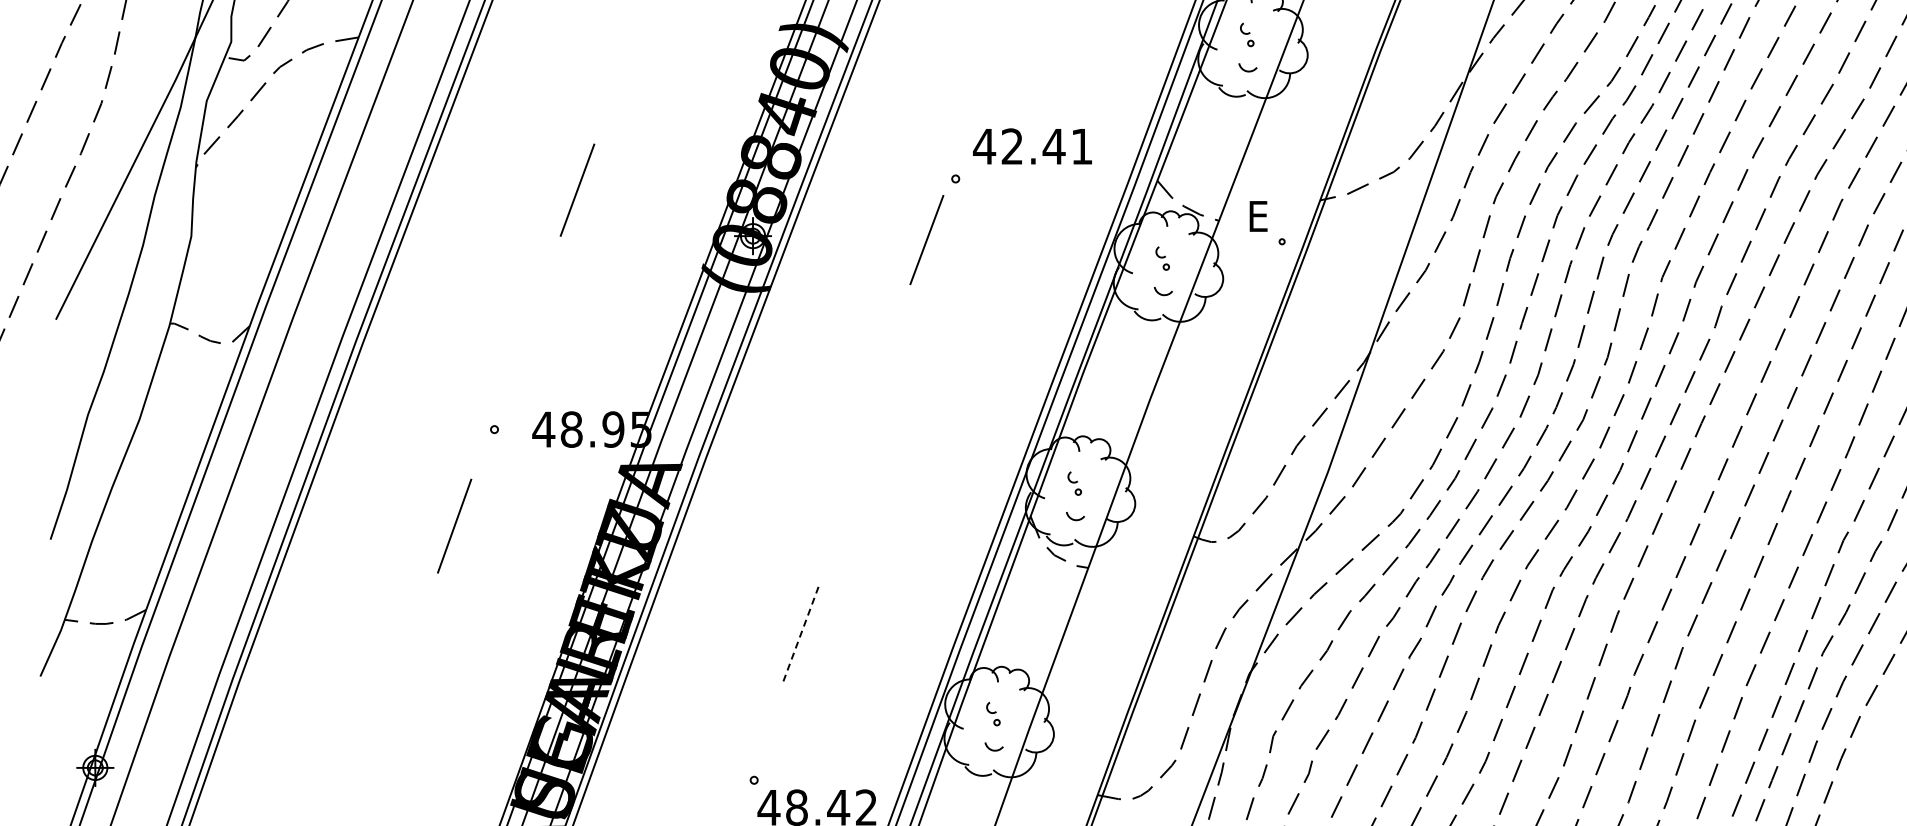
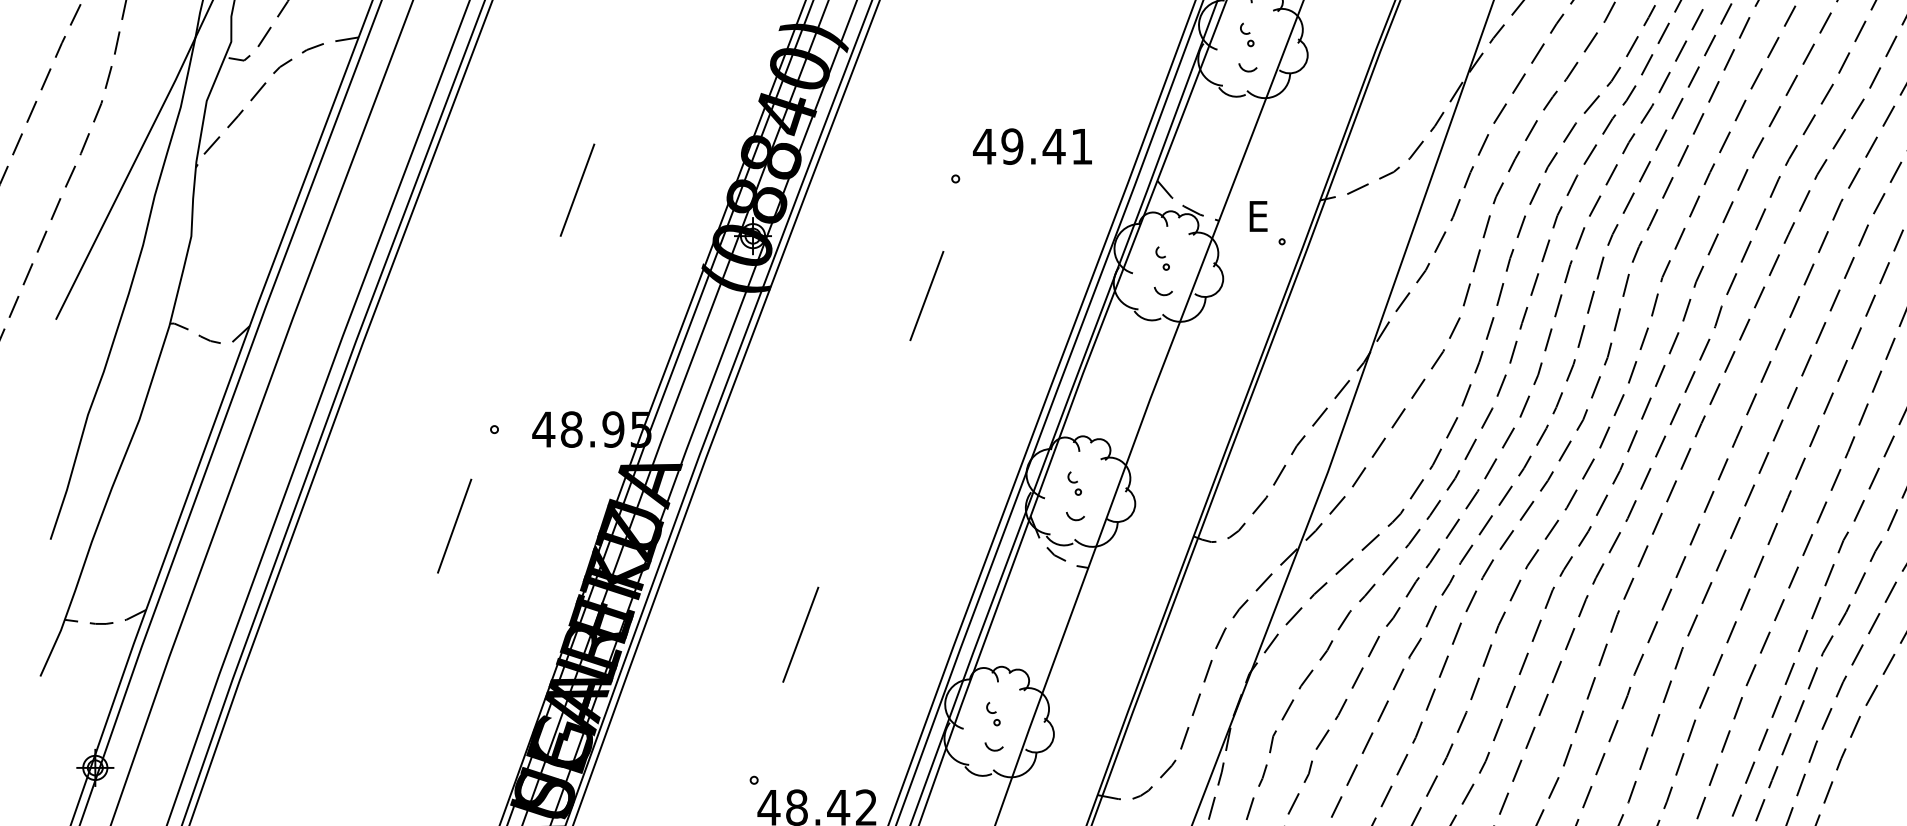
text at (1012, 146): 42.41 -> 49.41
line at (926, 240) position: (926, 240) -> (926, 296)
line at (800, 635): dashed -> solid
